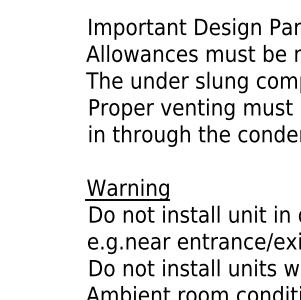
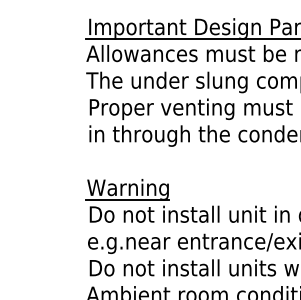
line at (191, 38): none -> present
